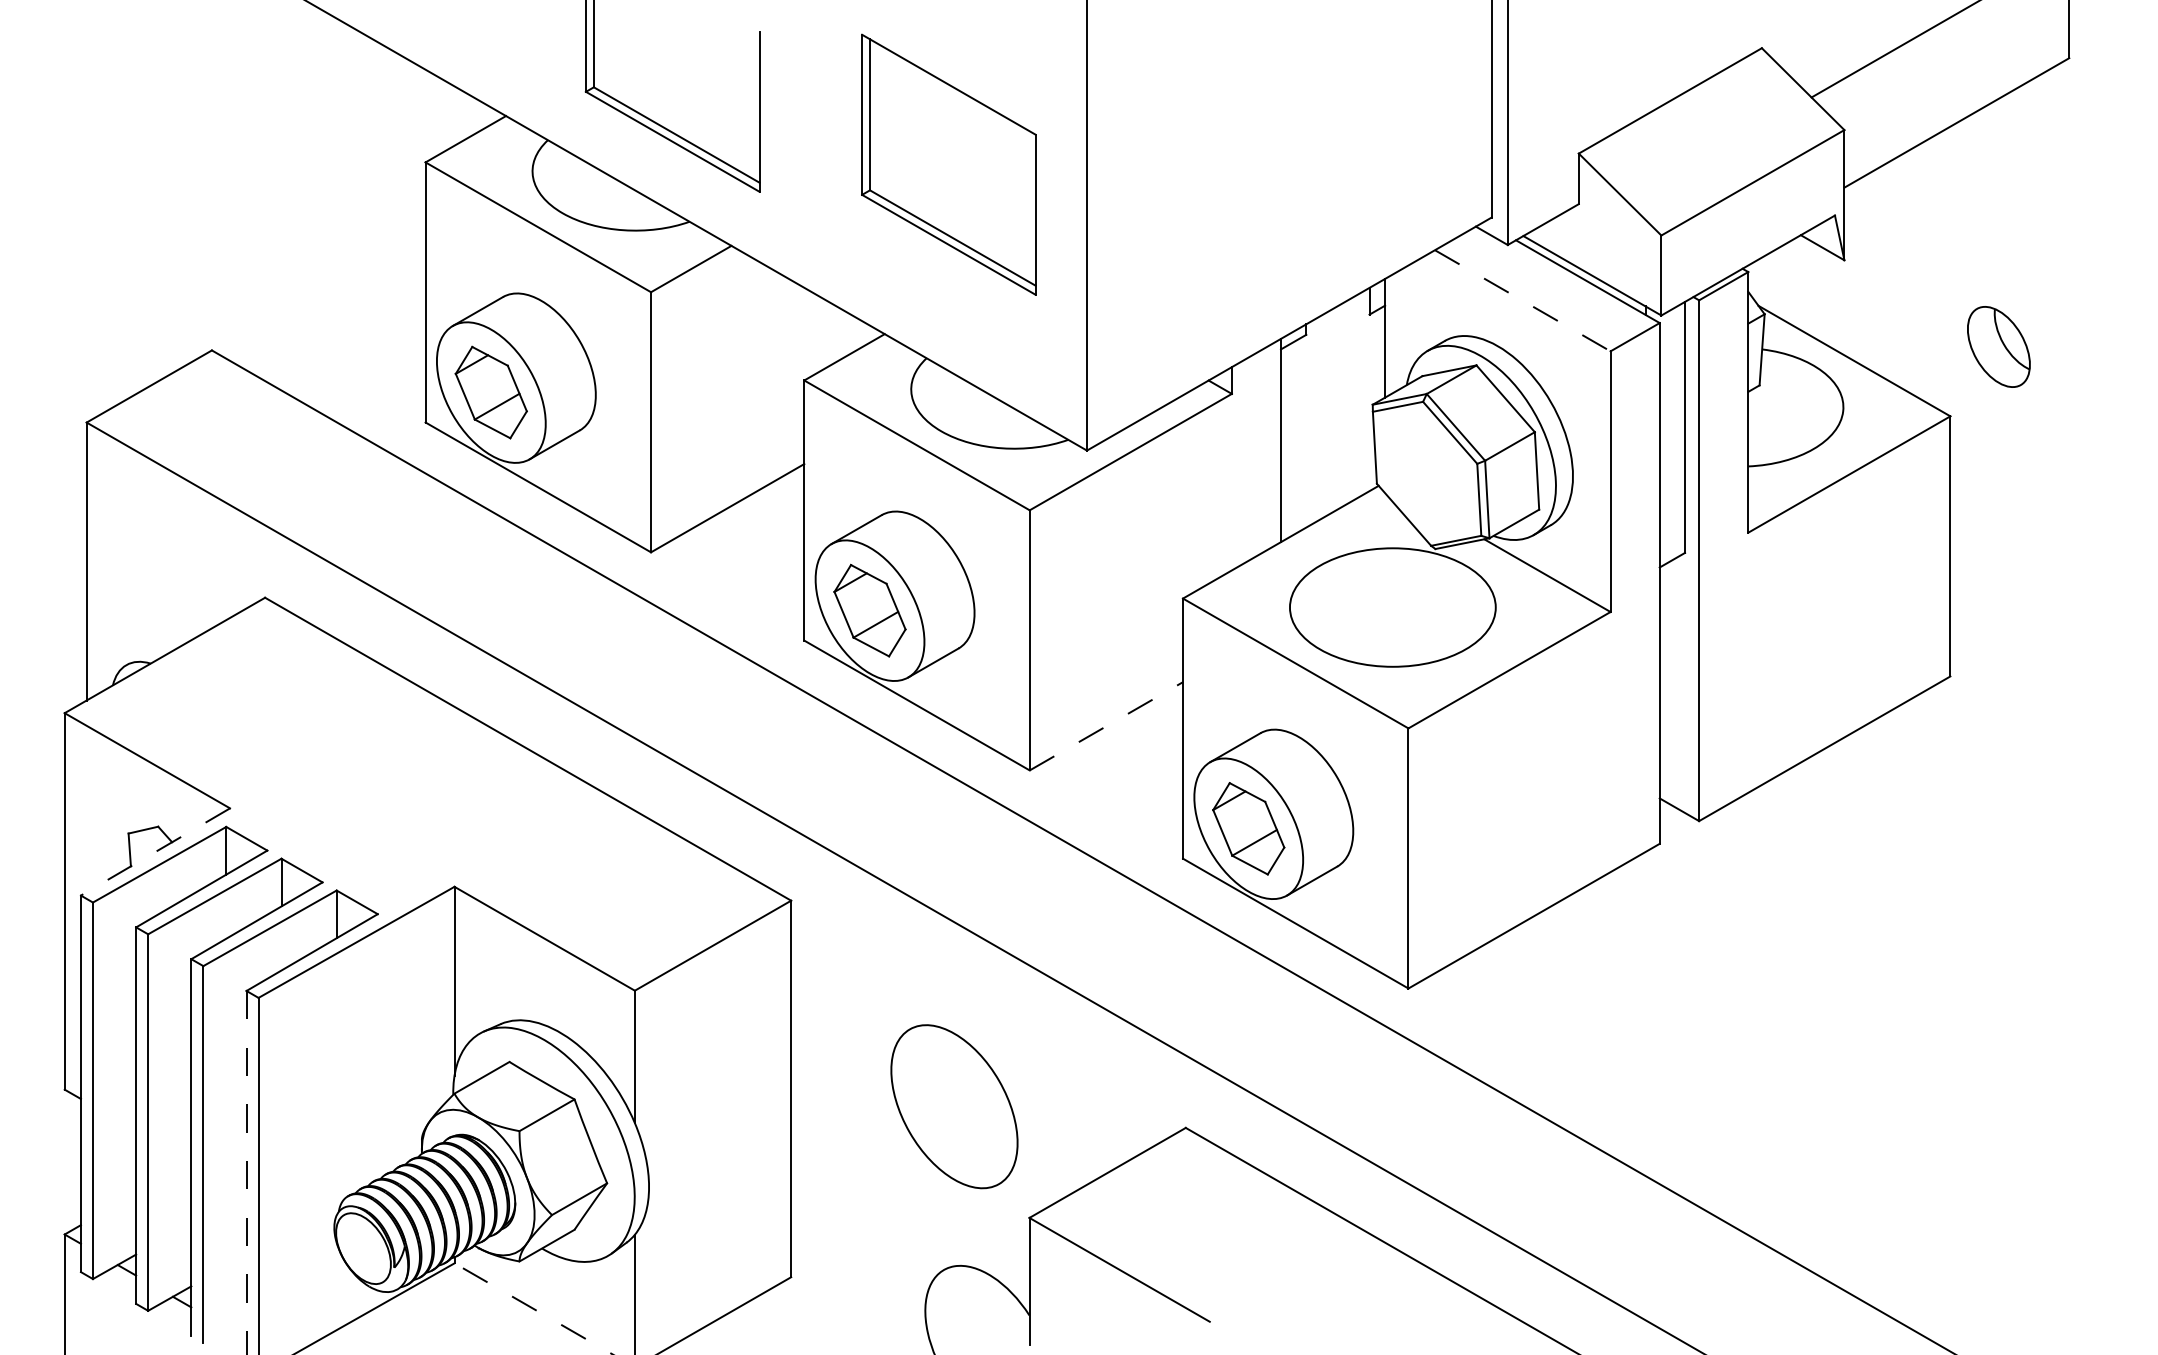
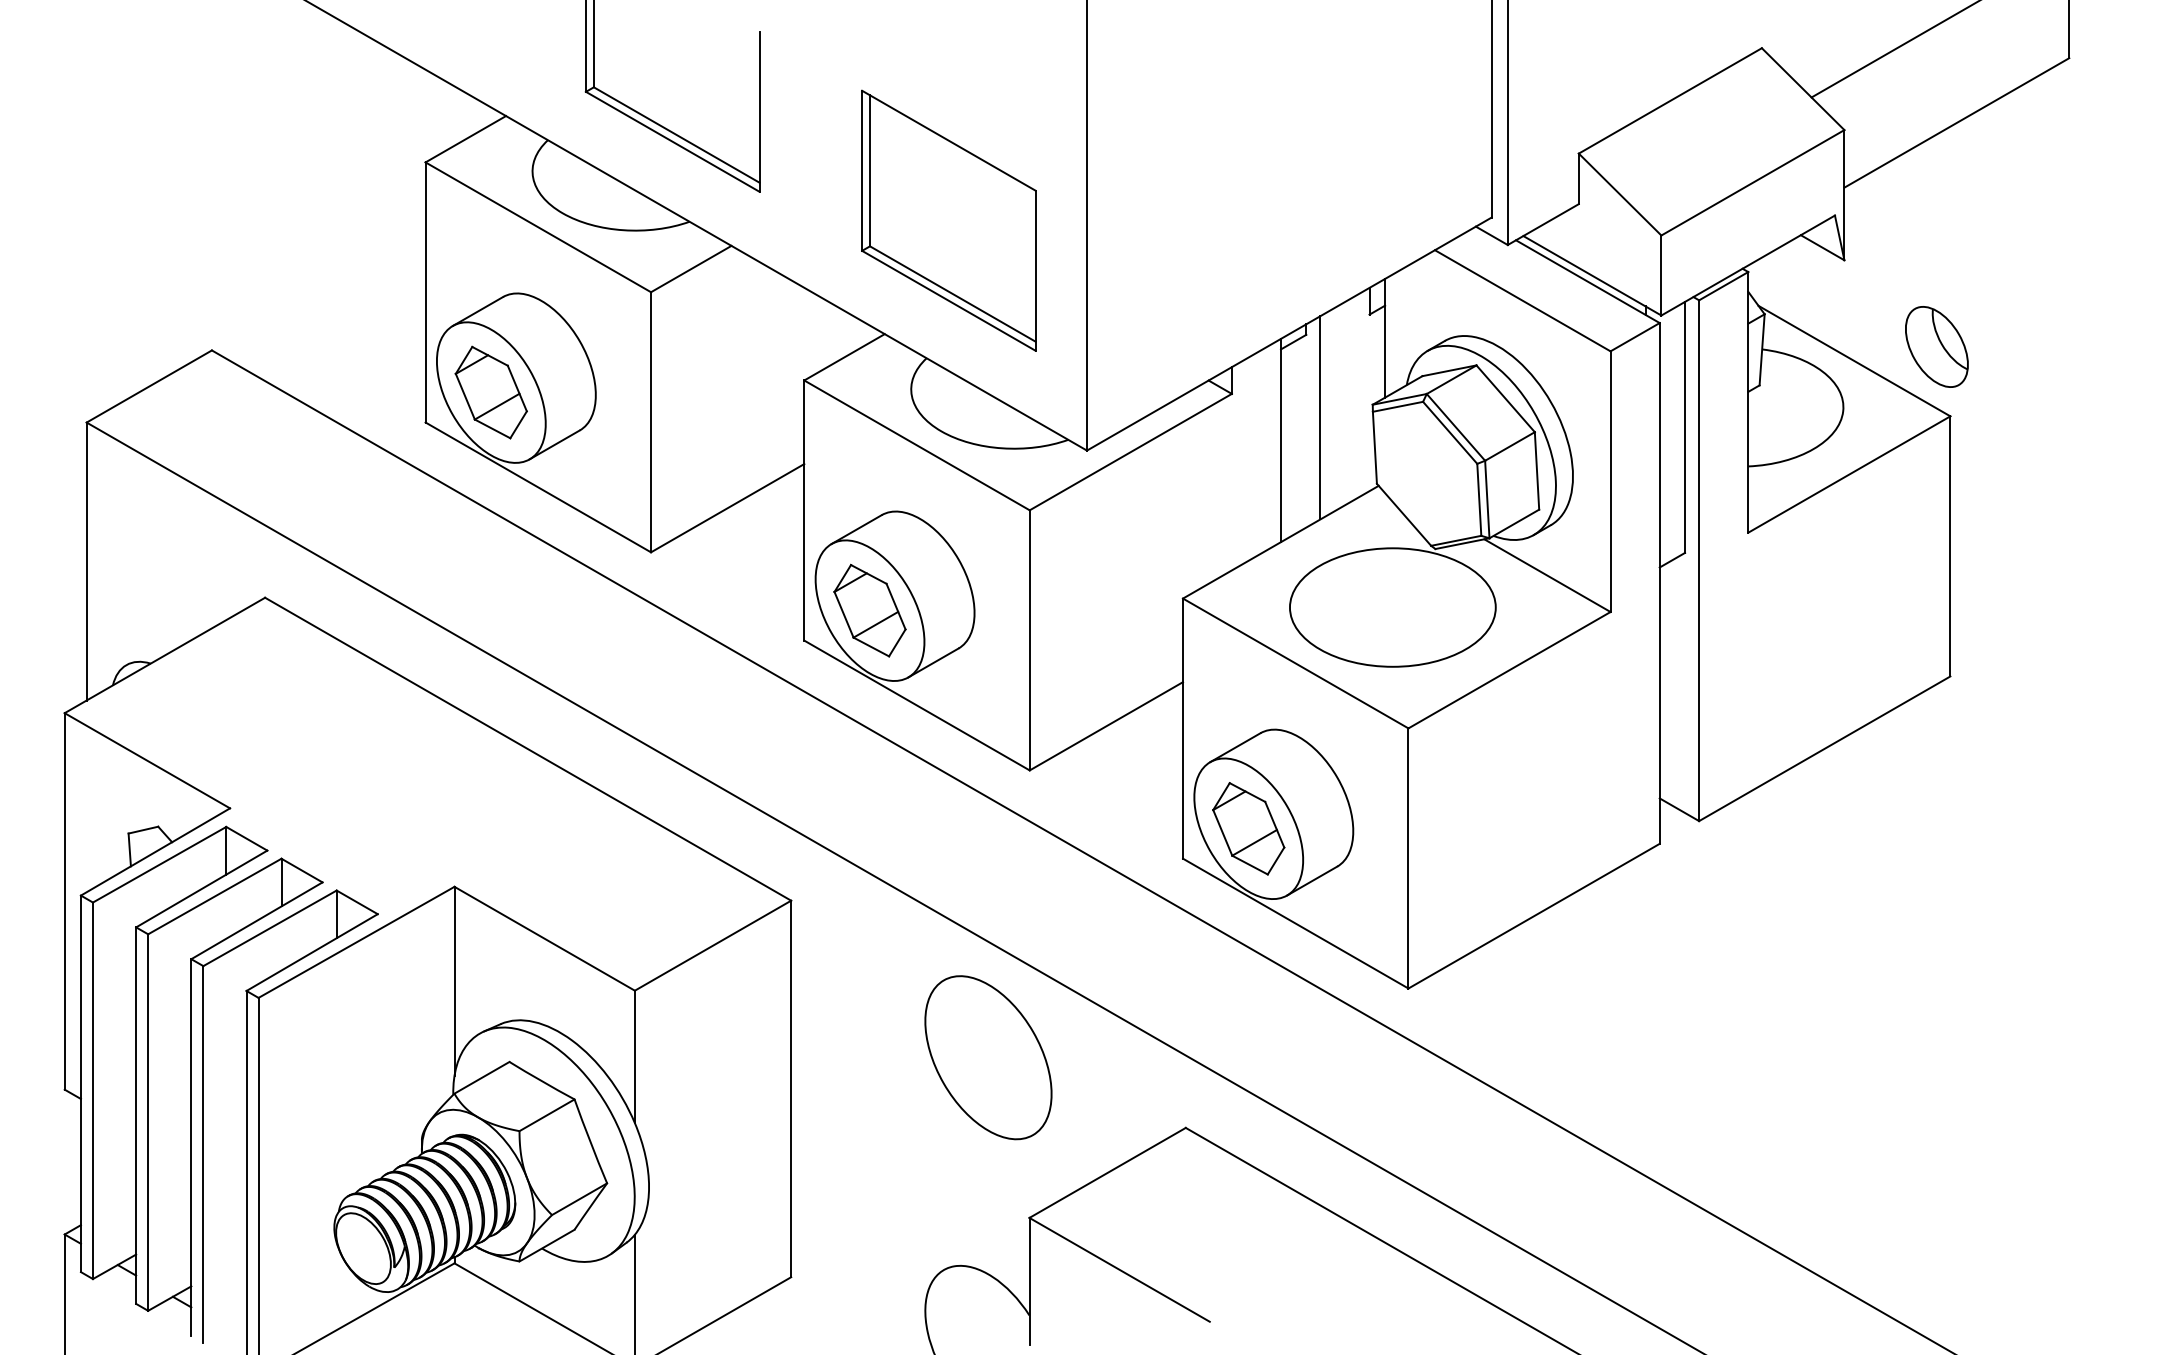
part at (948, 164) position: (948, 164) -> (948, 220)
line at (1523, 301): dashed -> solid
part at (1998, 346) position: (1998, 346) -> (1936, 346)
line at (1320, 417): none -> present
line at (1106, 726): dashed -> solid
line at (155, 852): dashed -> solid
part at (954, 1106) position: (954, 1106) -> (988, 1057)
line at (246, 1172): dashed -> solid
line at (533, 1309): dashed -> solid
